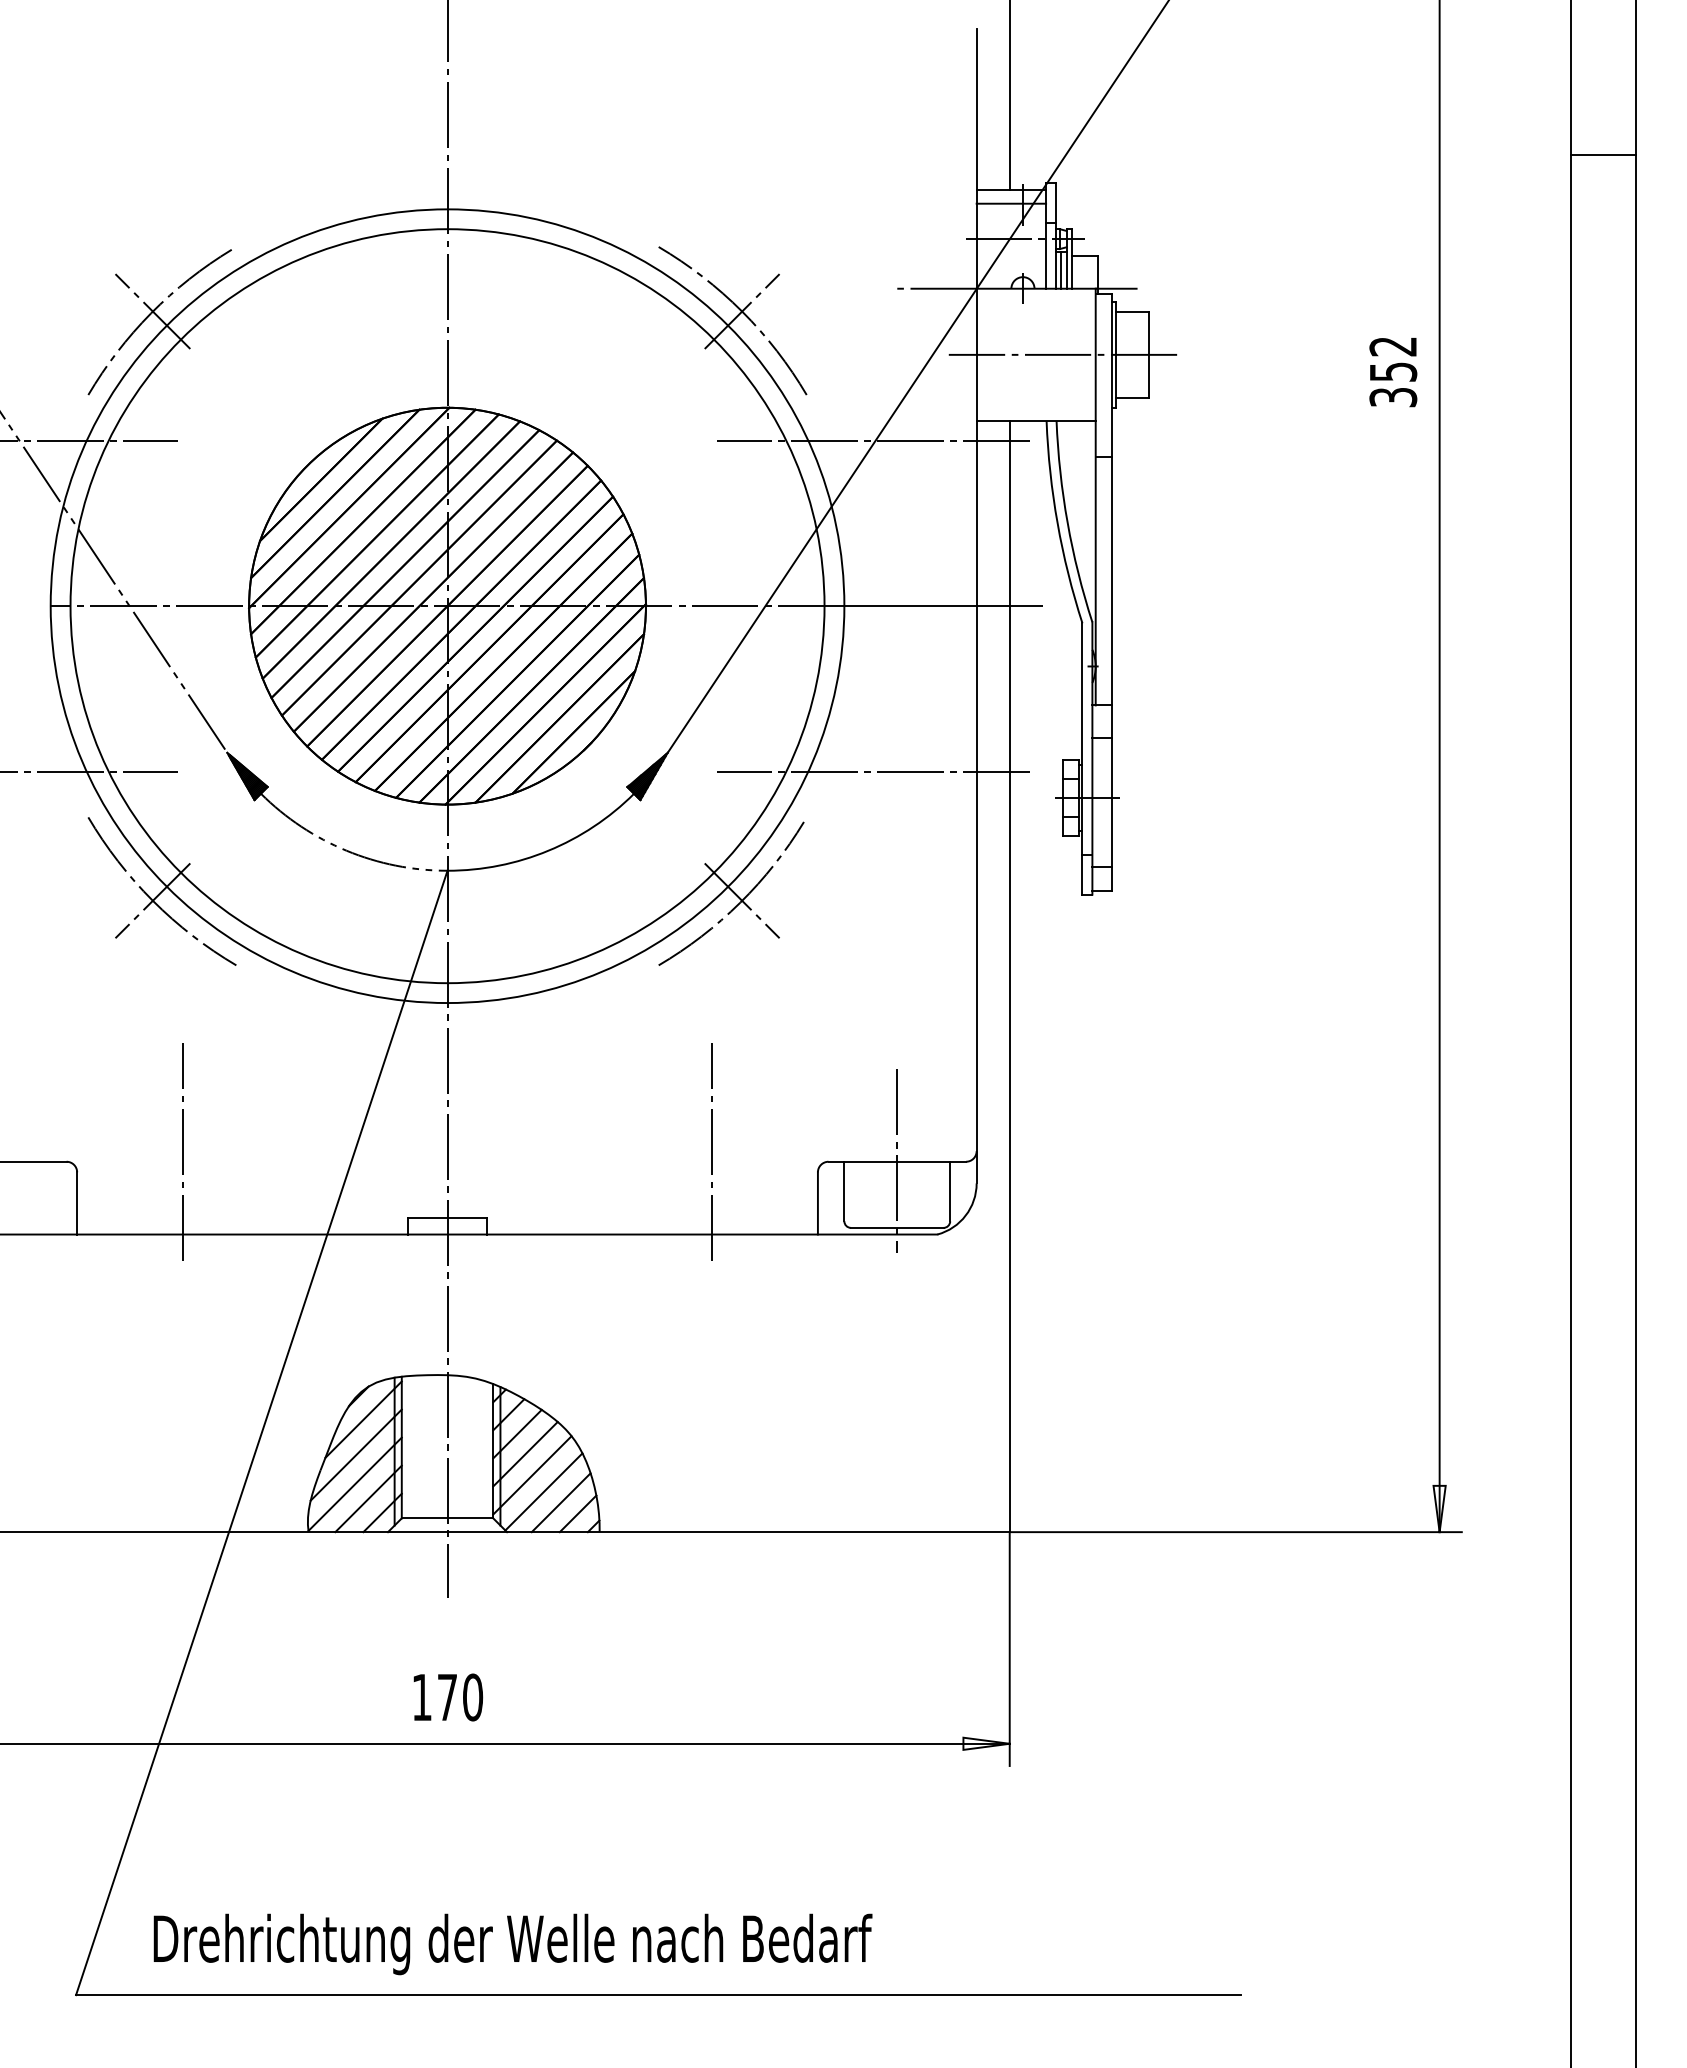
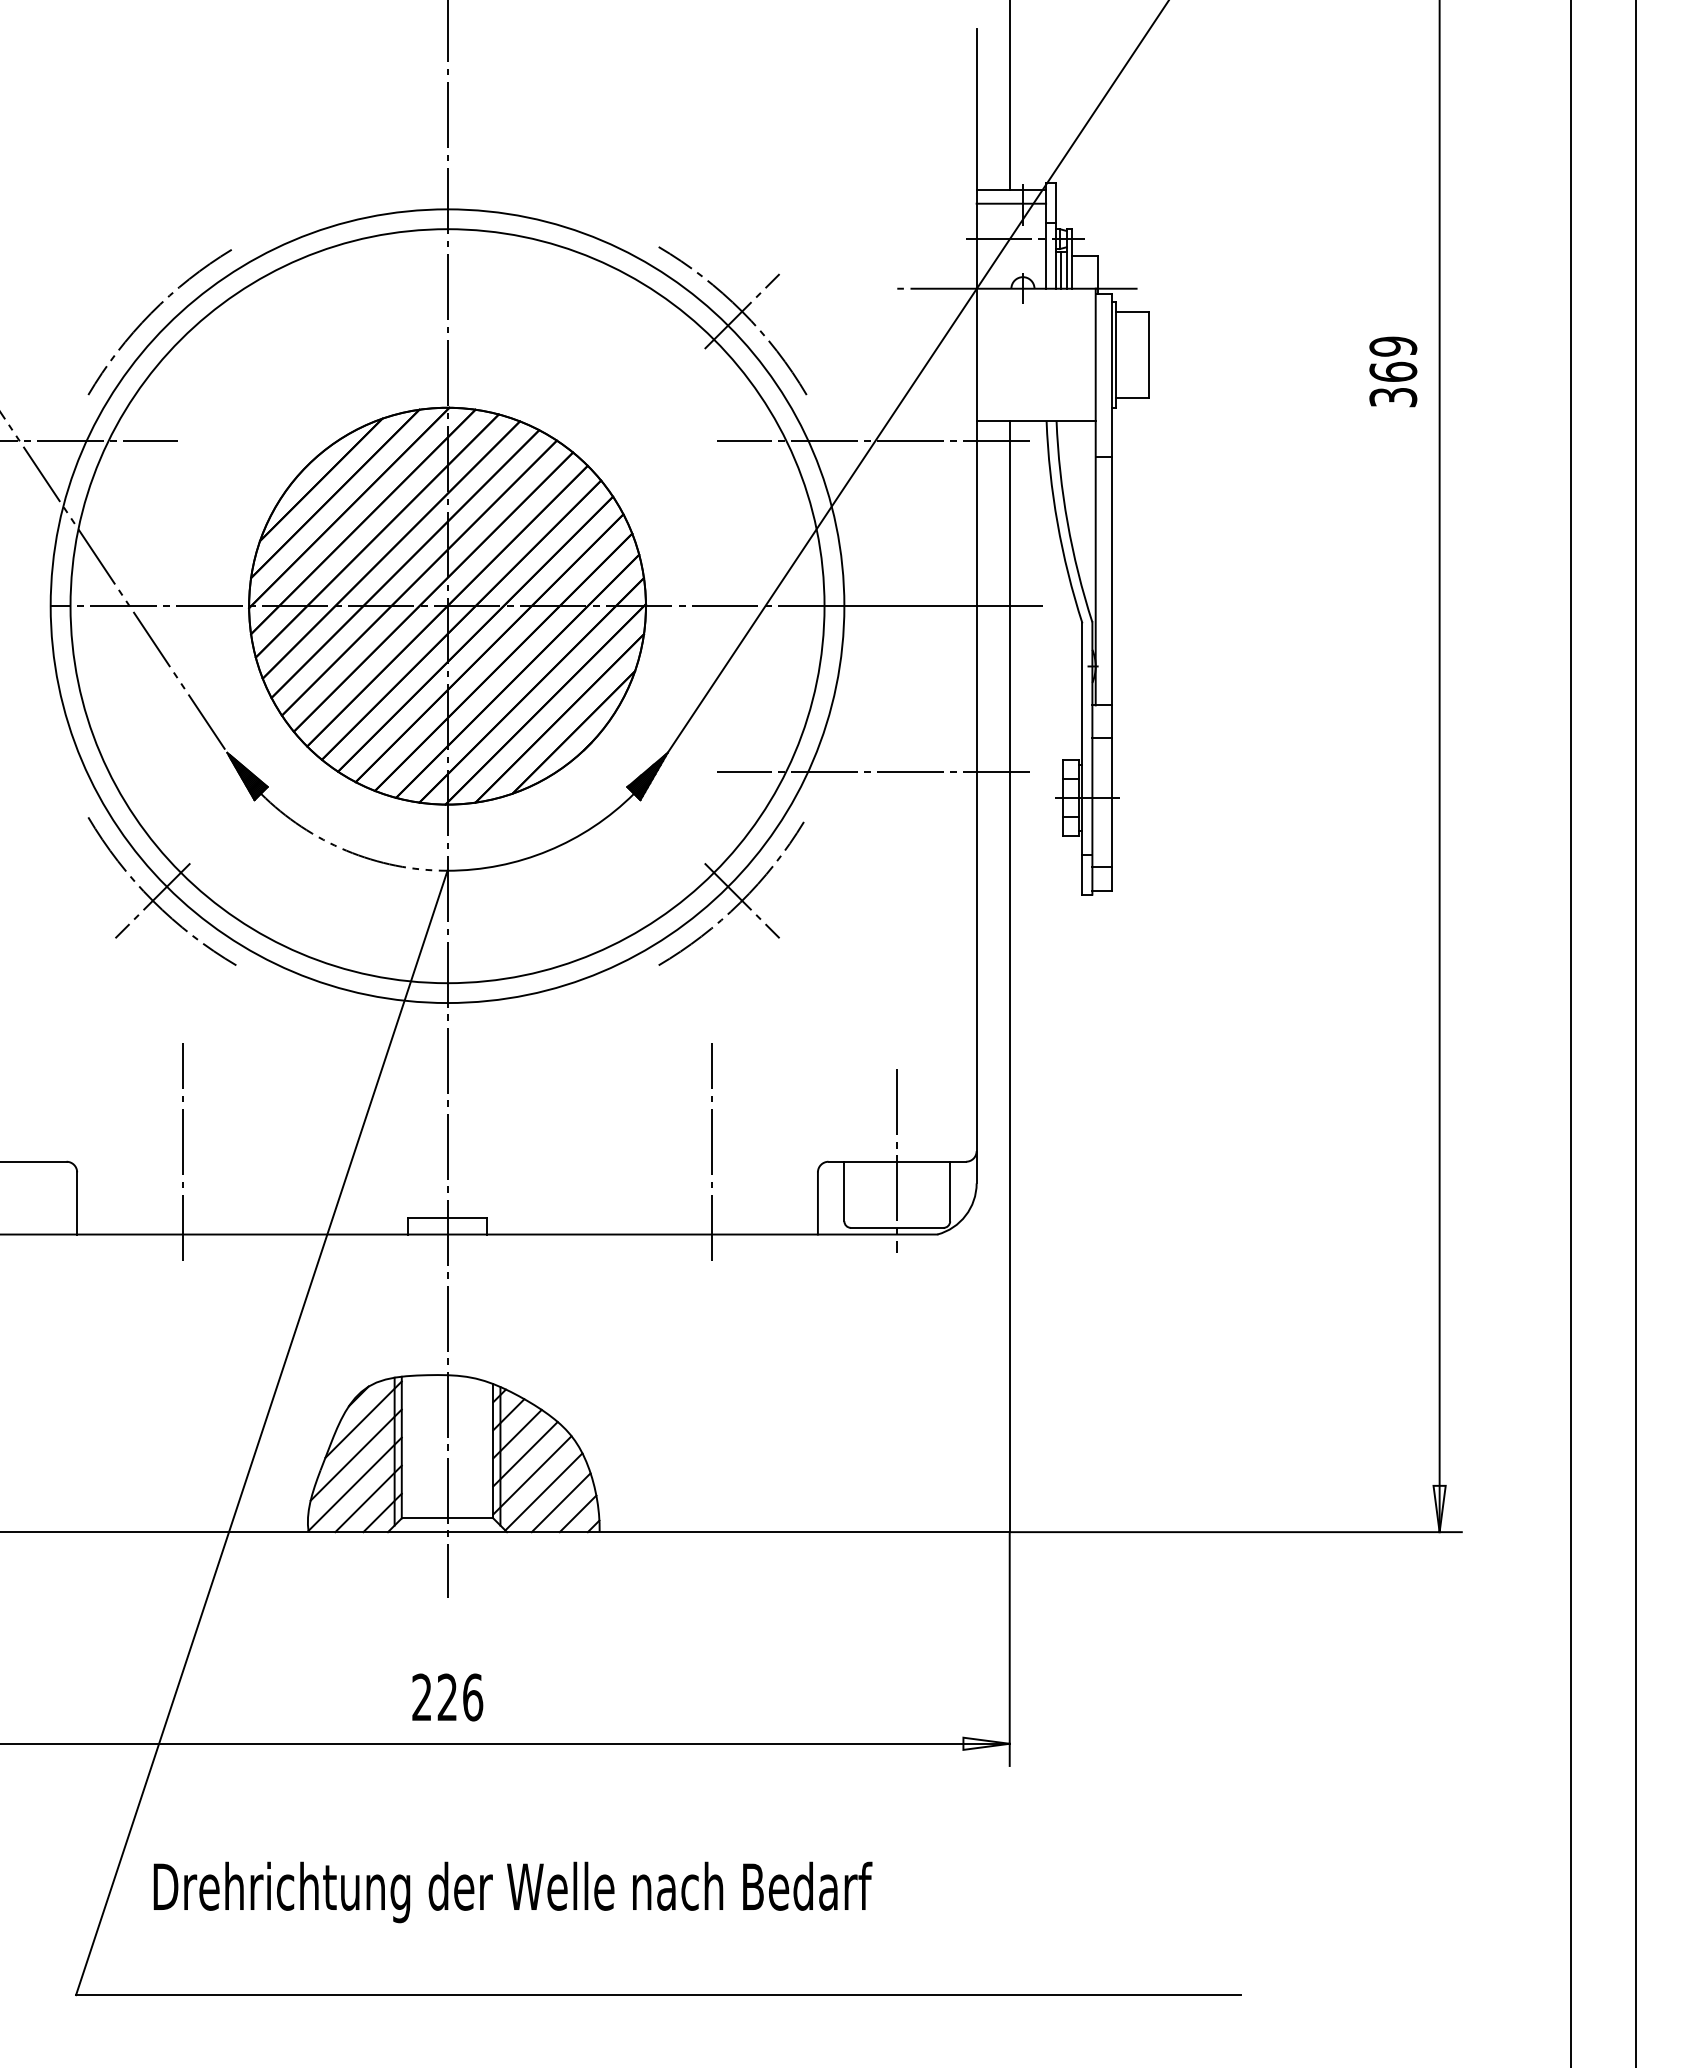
line at (1603, 155): present -> none
line at (152, 311): present -> none
line at (1062, 354): present -> none
text at (1393, 358): 352 -> 369
line at (89, 771): present -> none
text at (447, 1697): 170 -> 226
text at (512, 1944) position: (512, 1944) -> (512, 1892)
